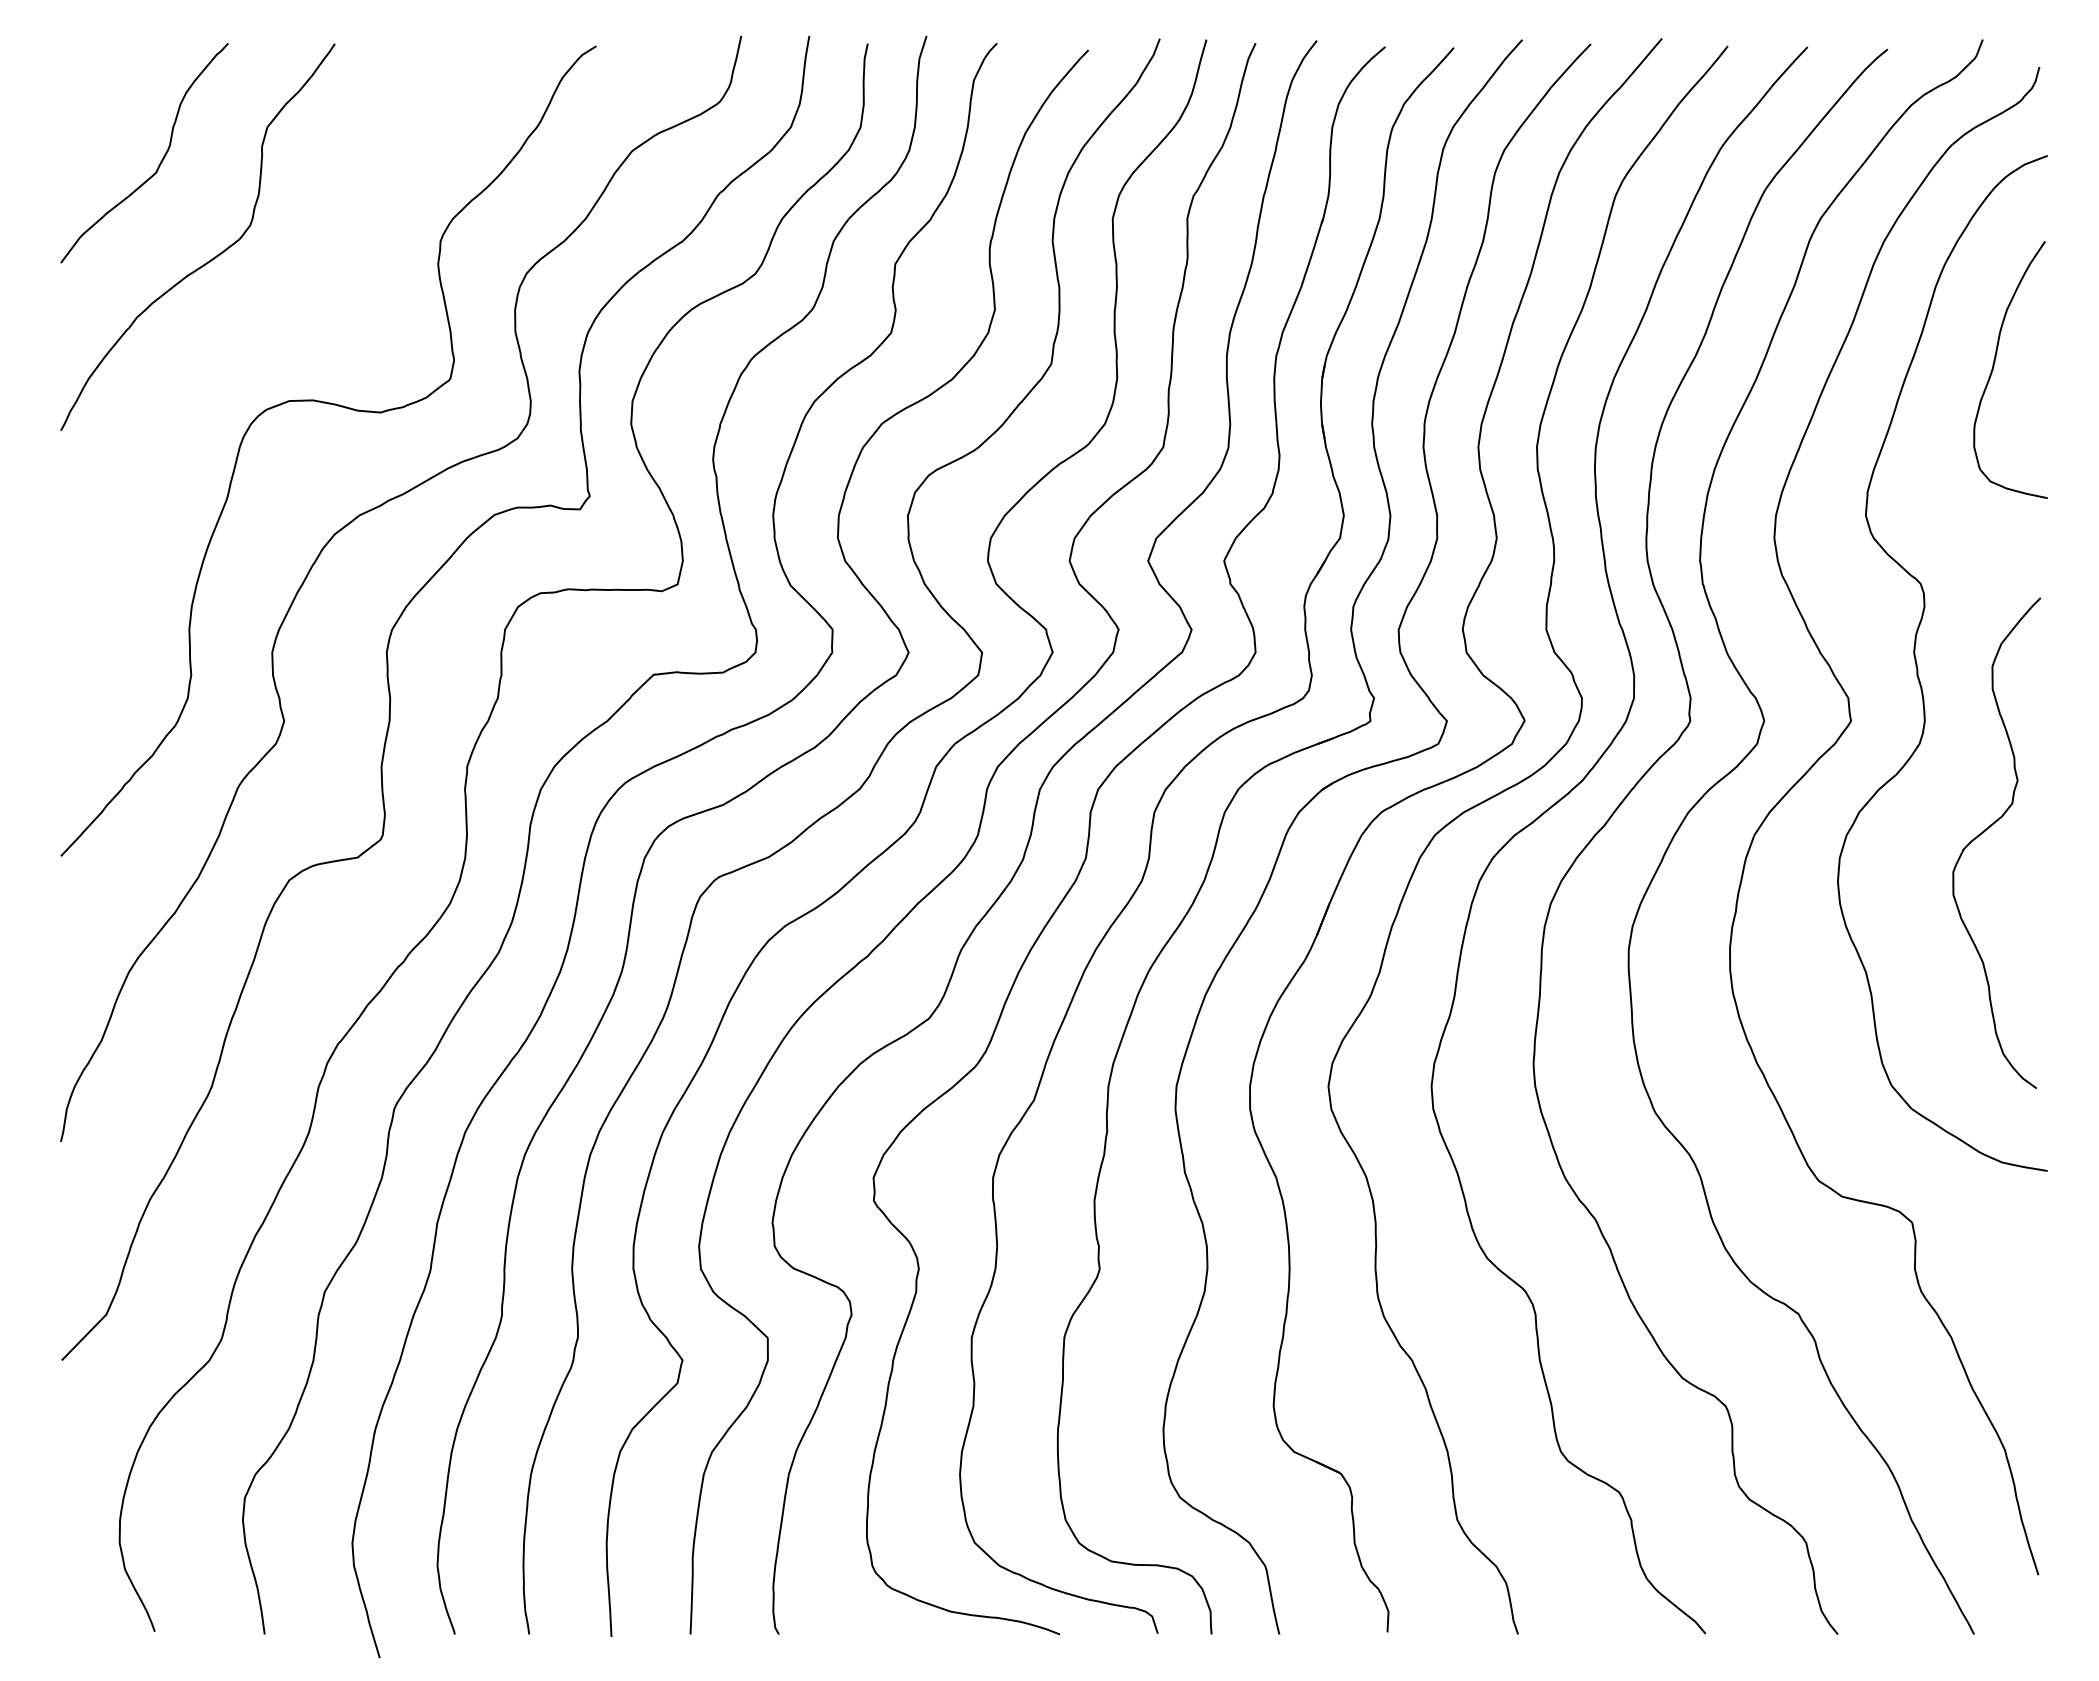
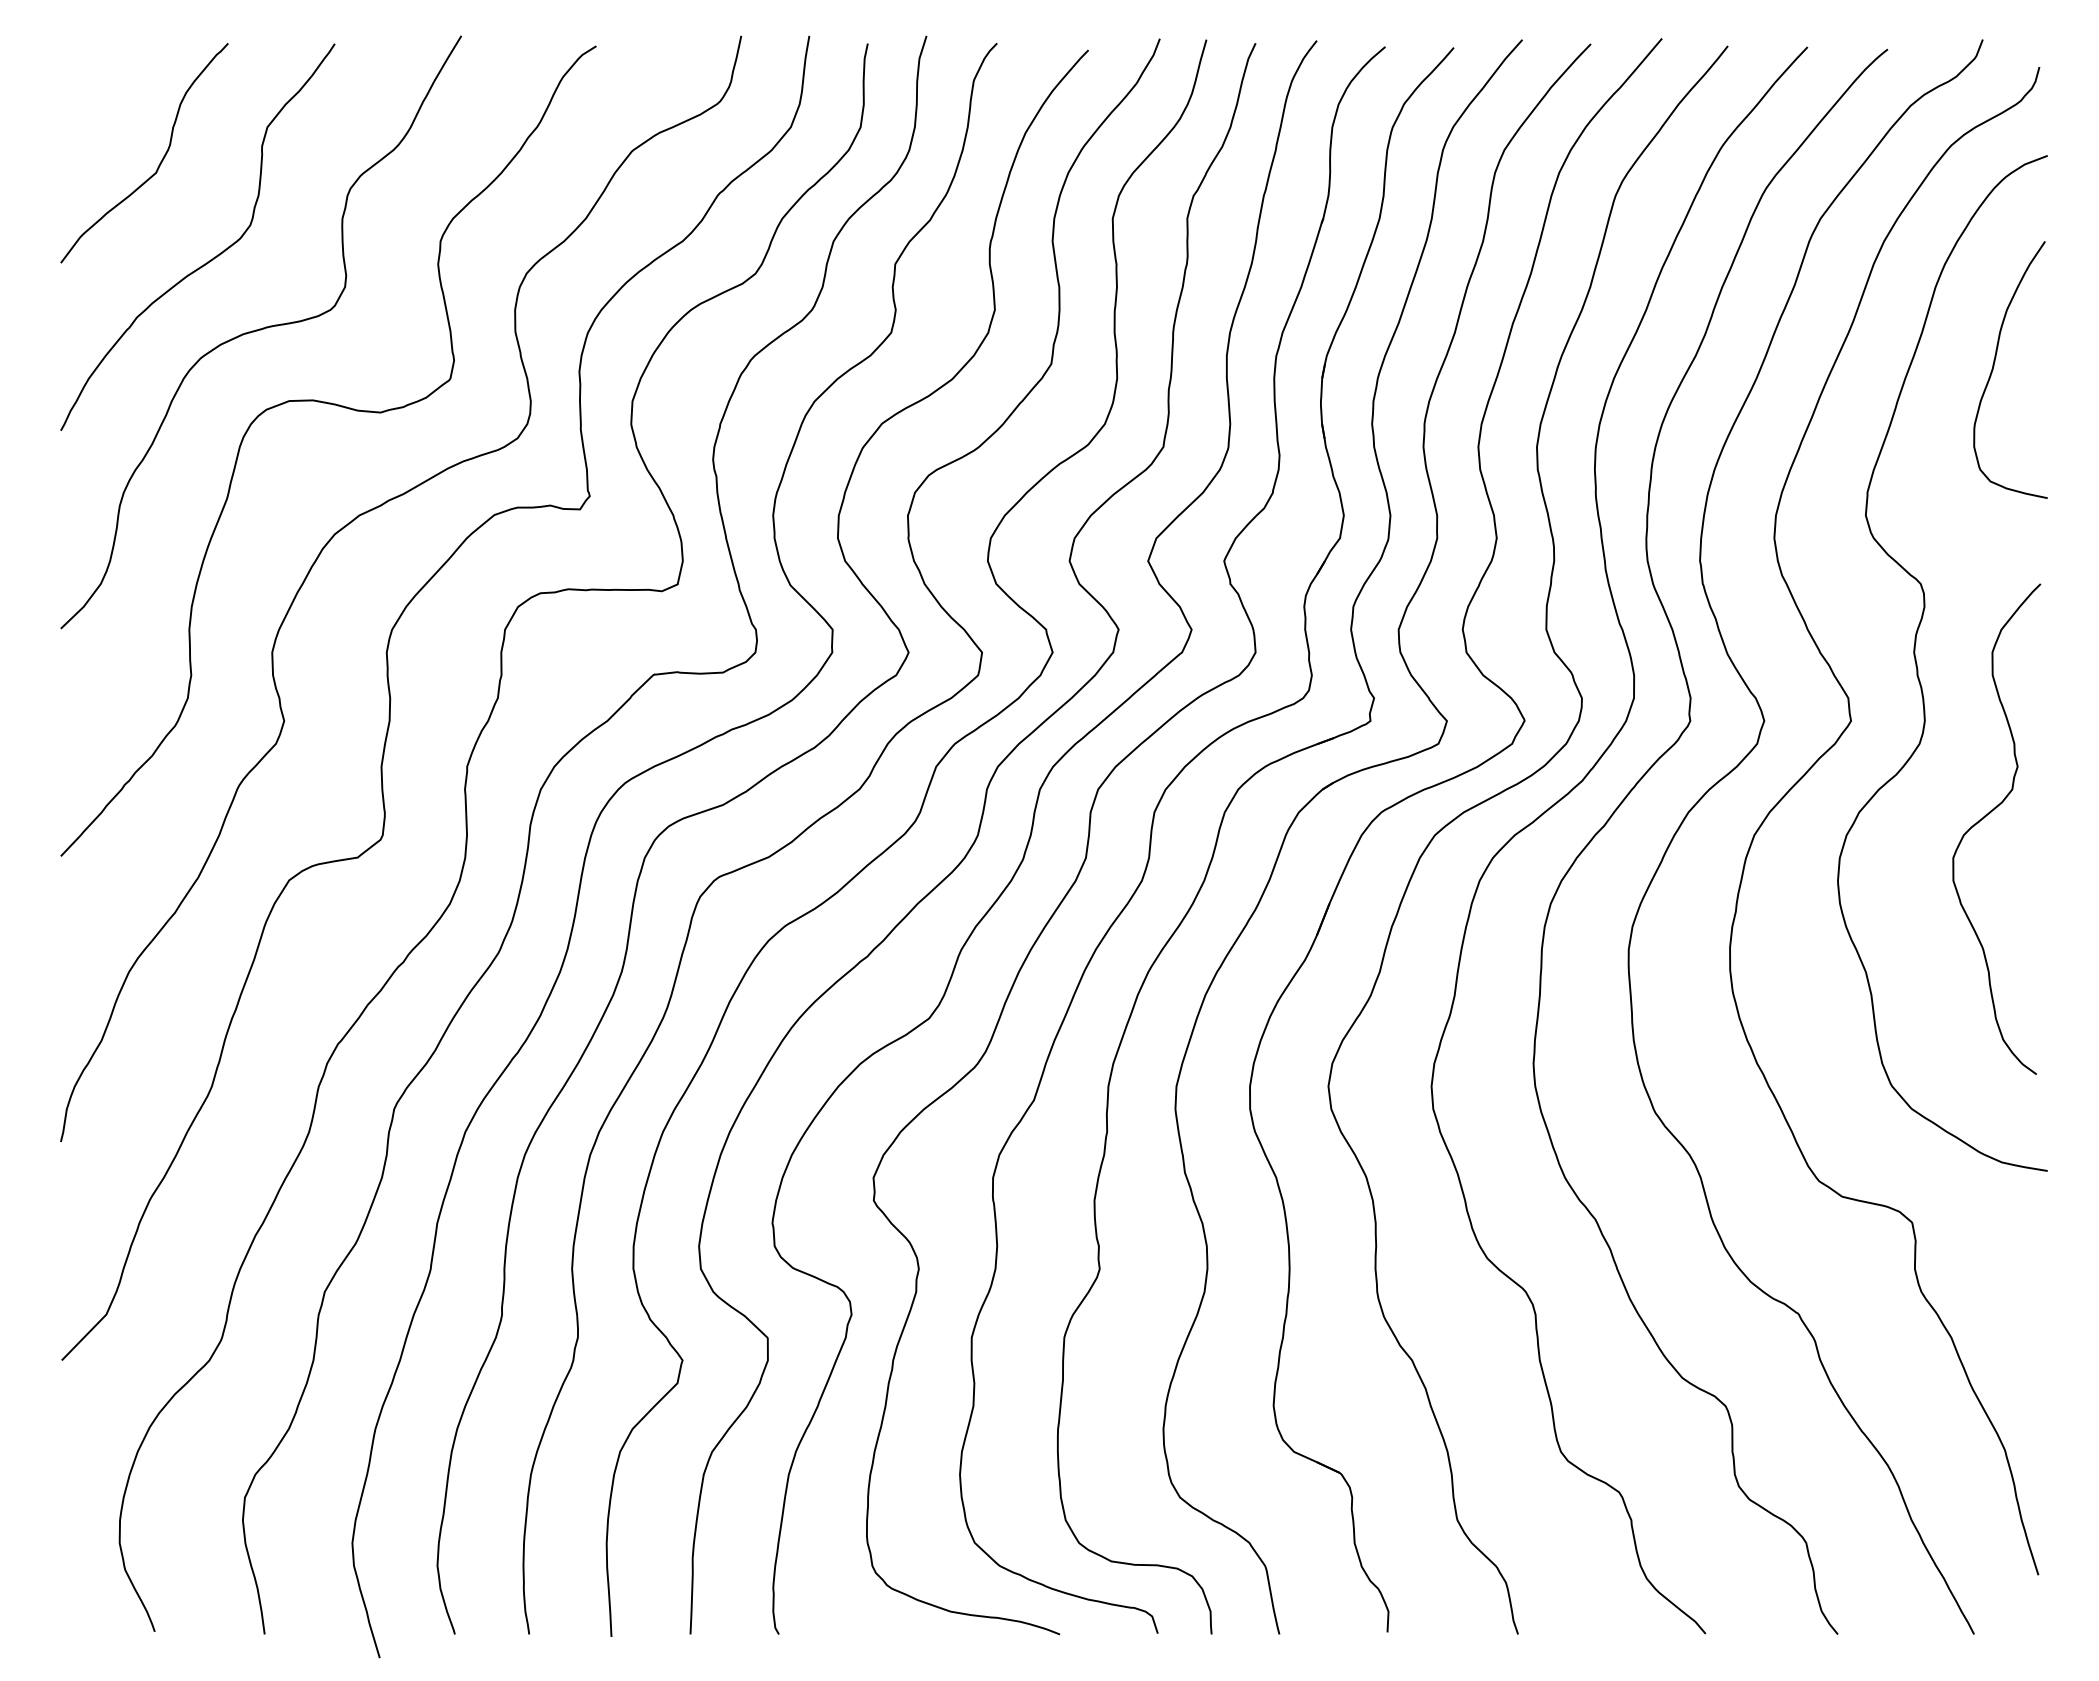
curve at (260, 330): none -> present
curve at (1985, 831) position: (1985, 831) -> (1985, 817)
